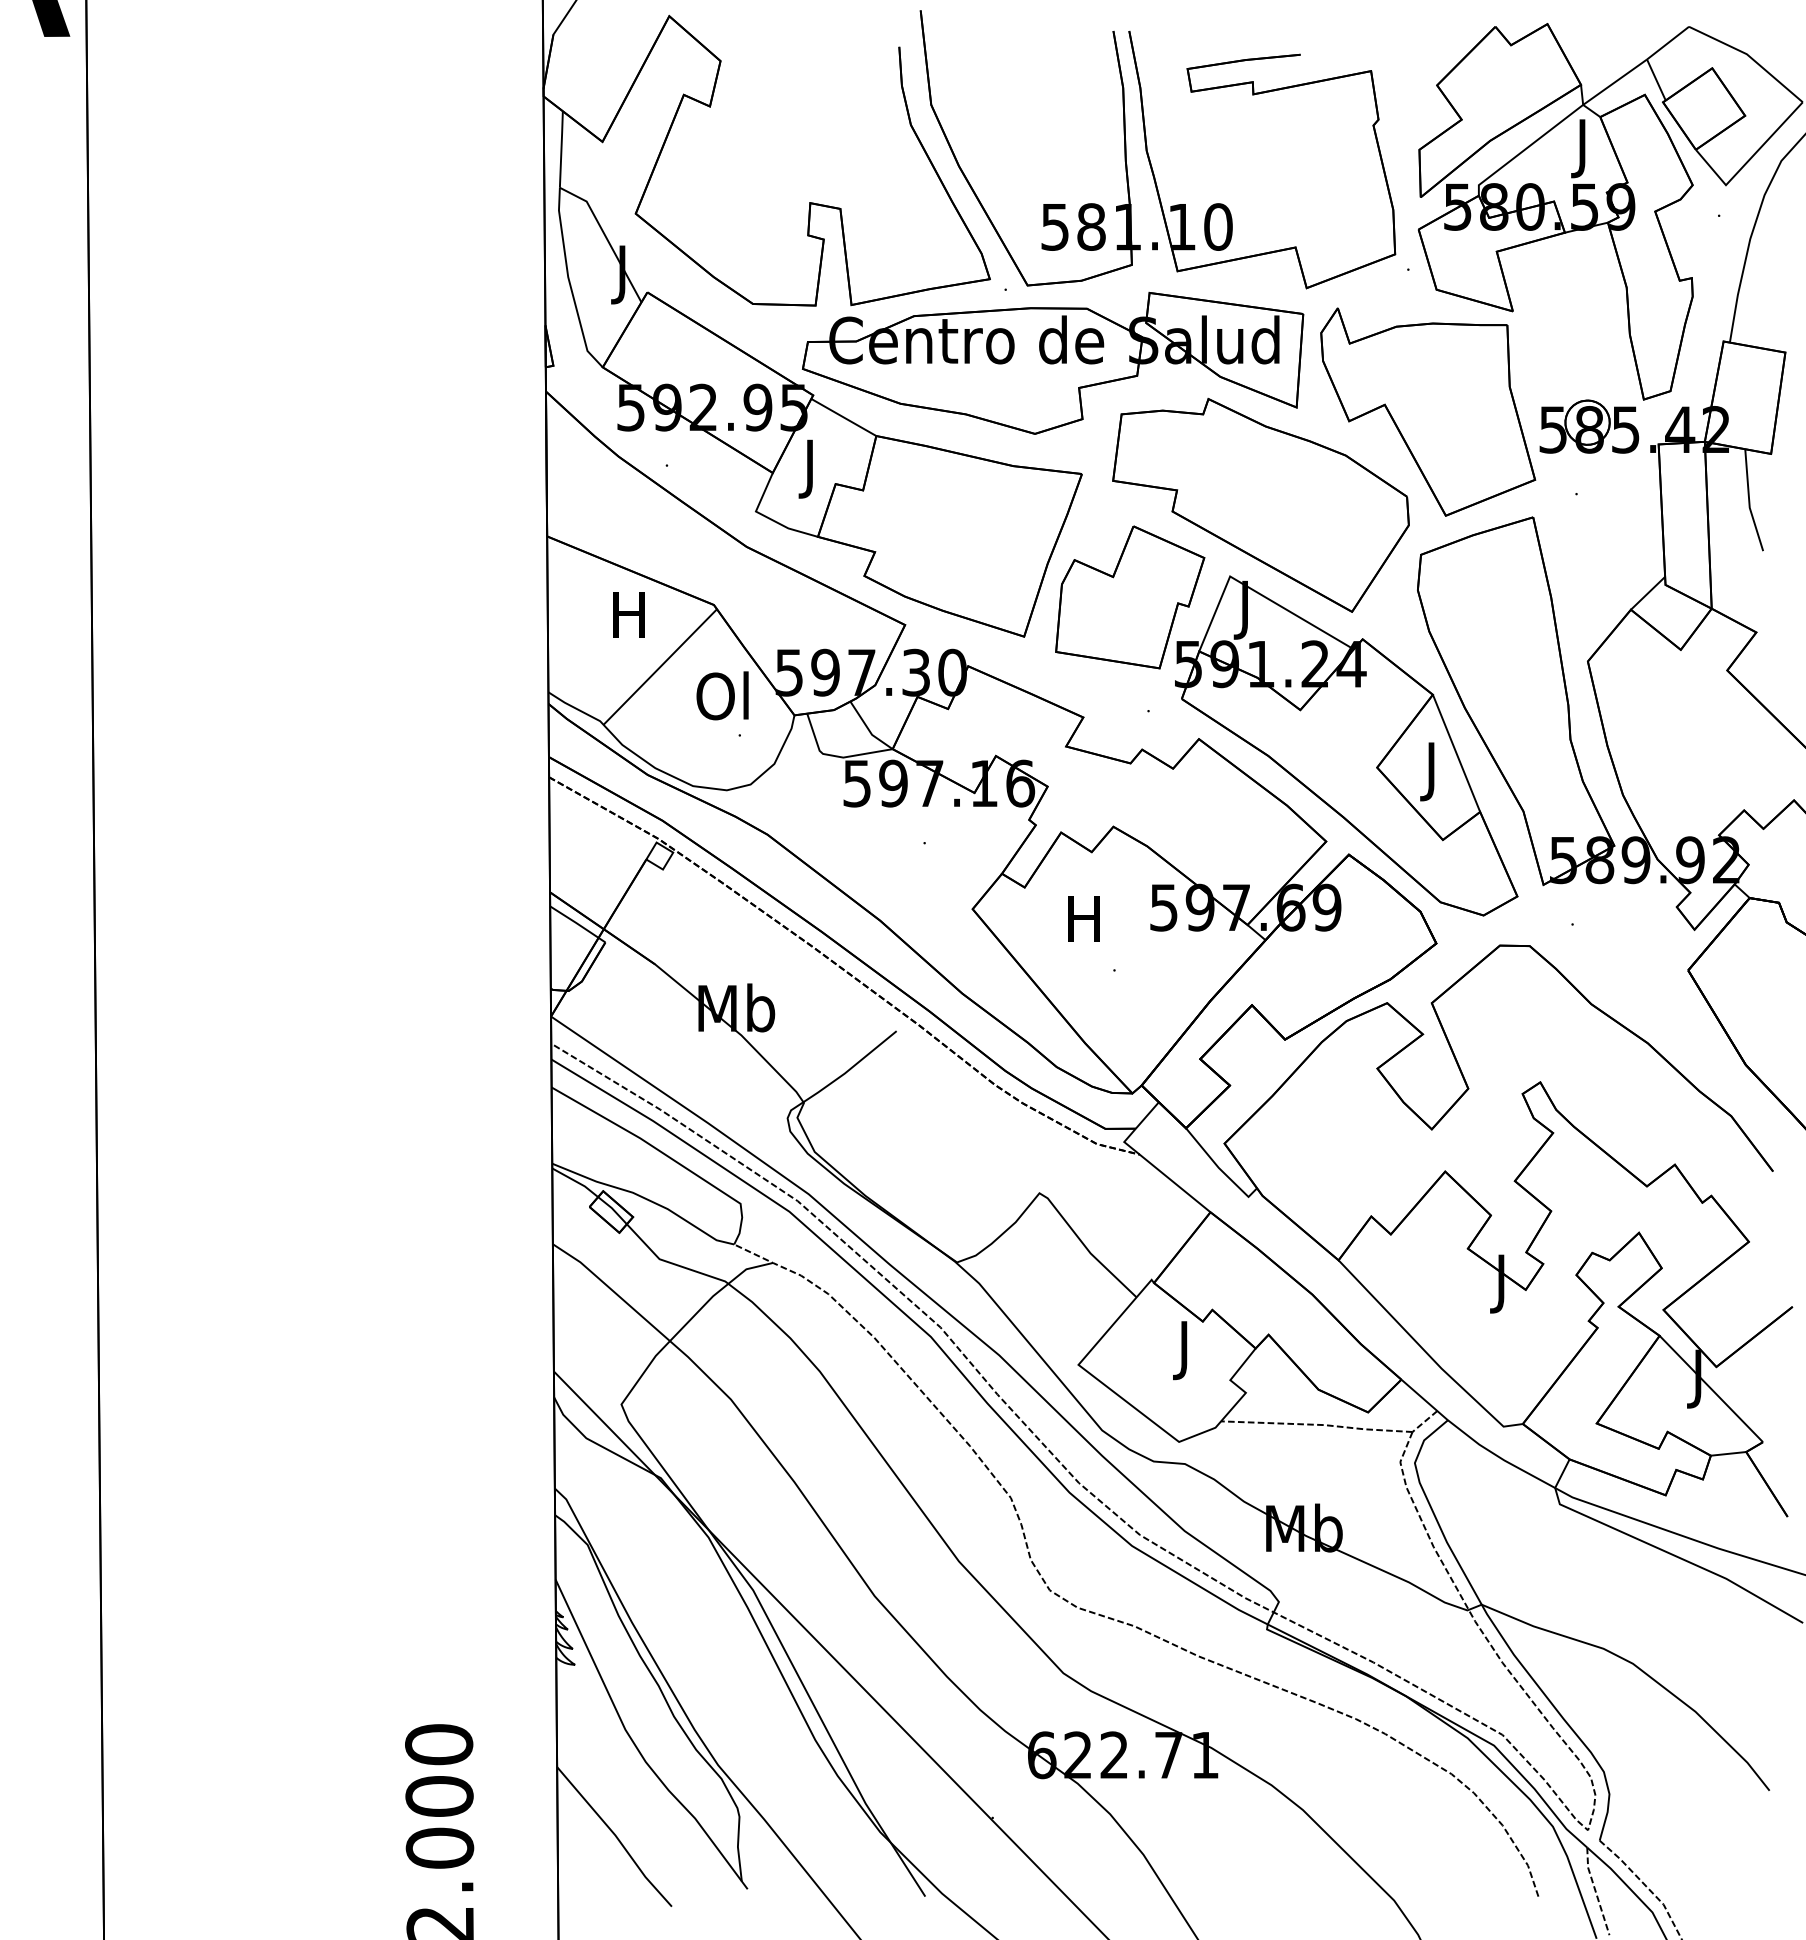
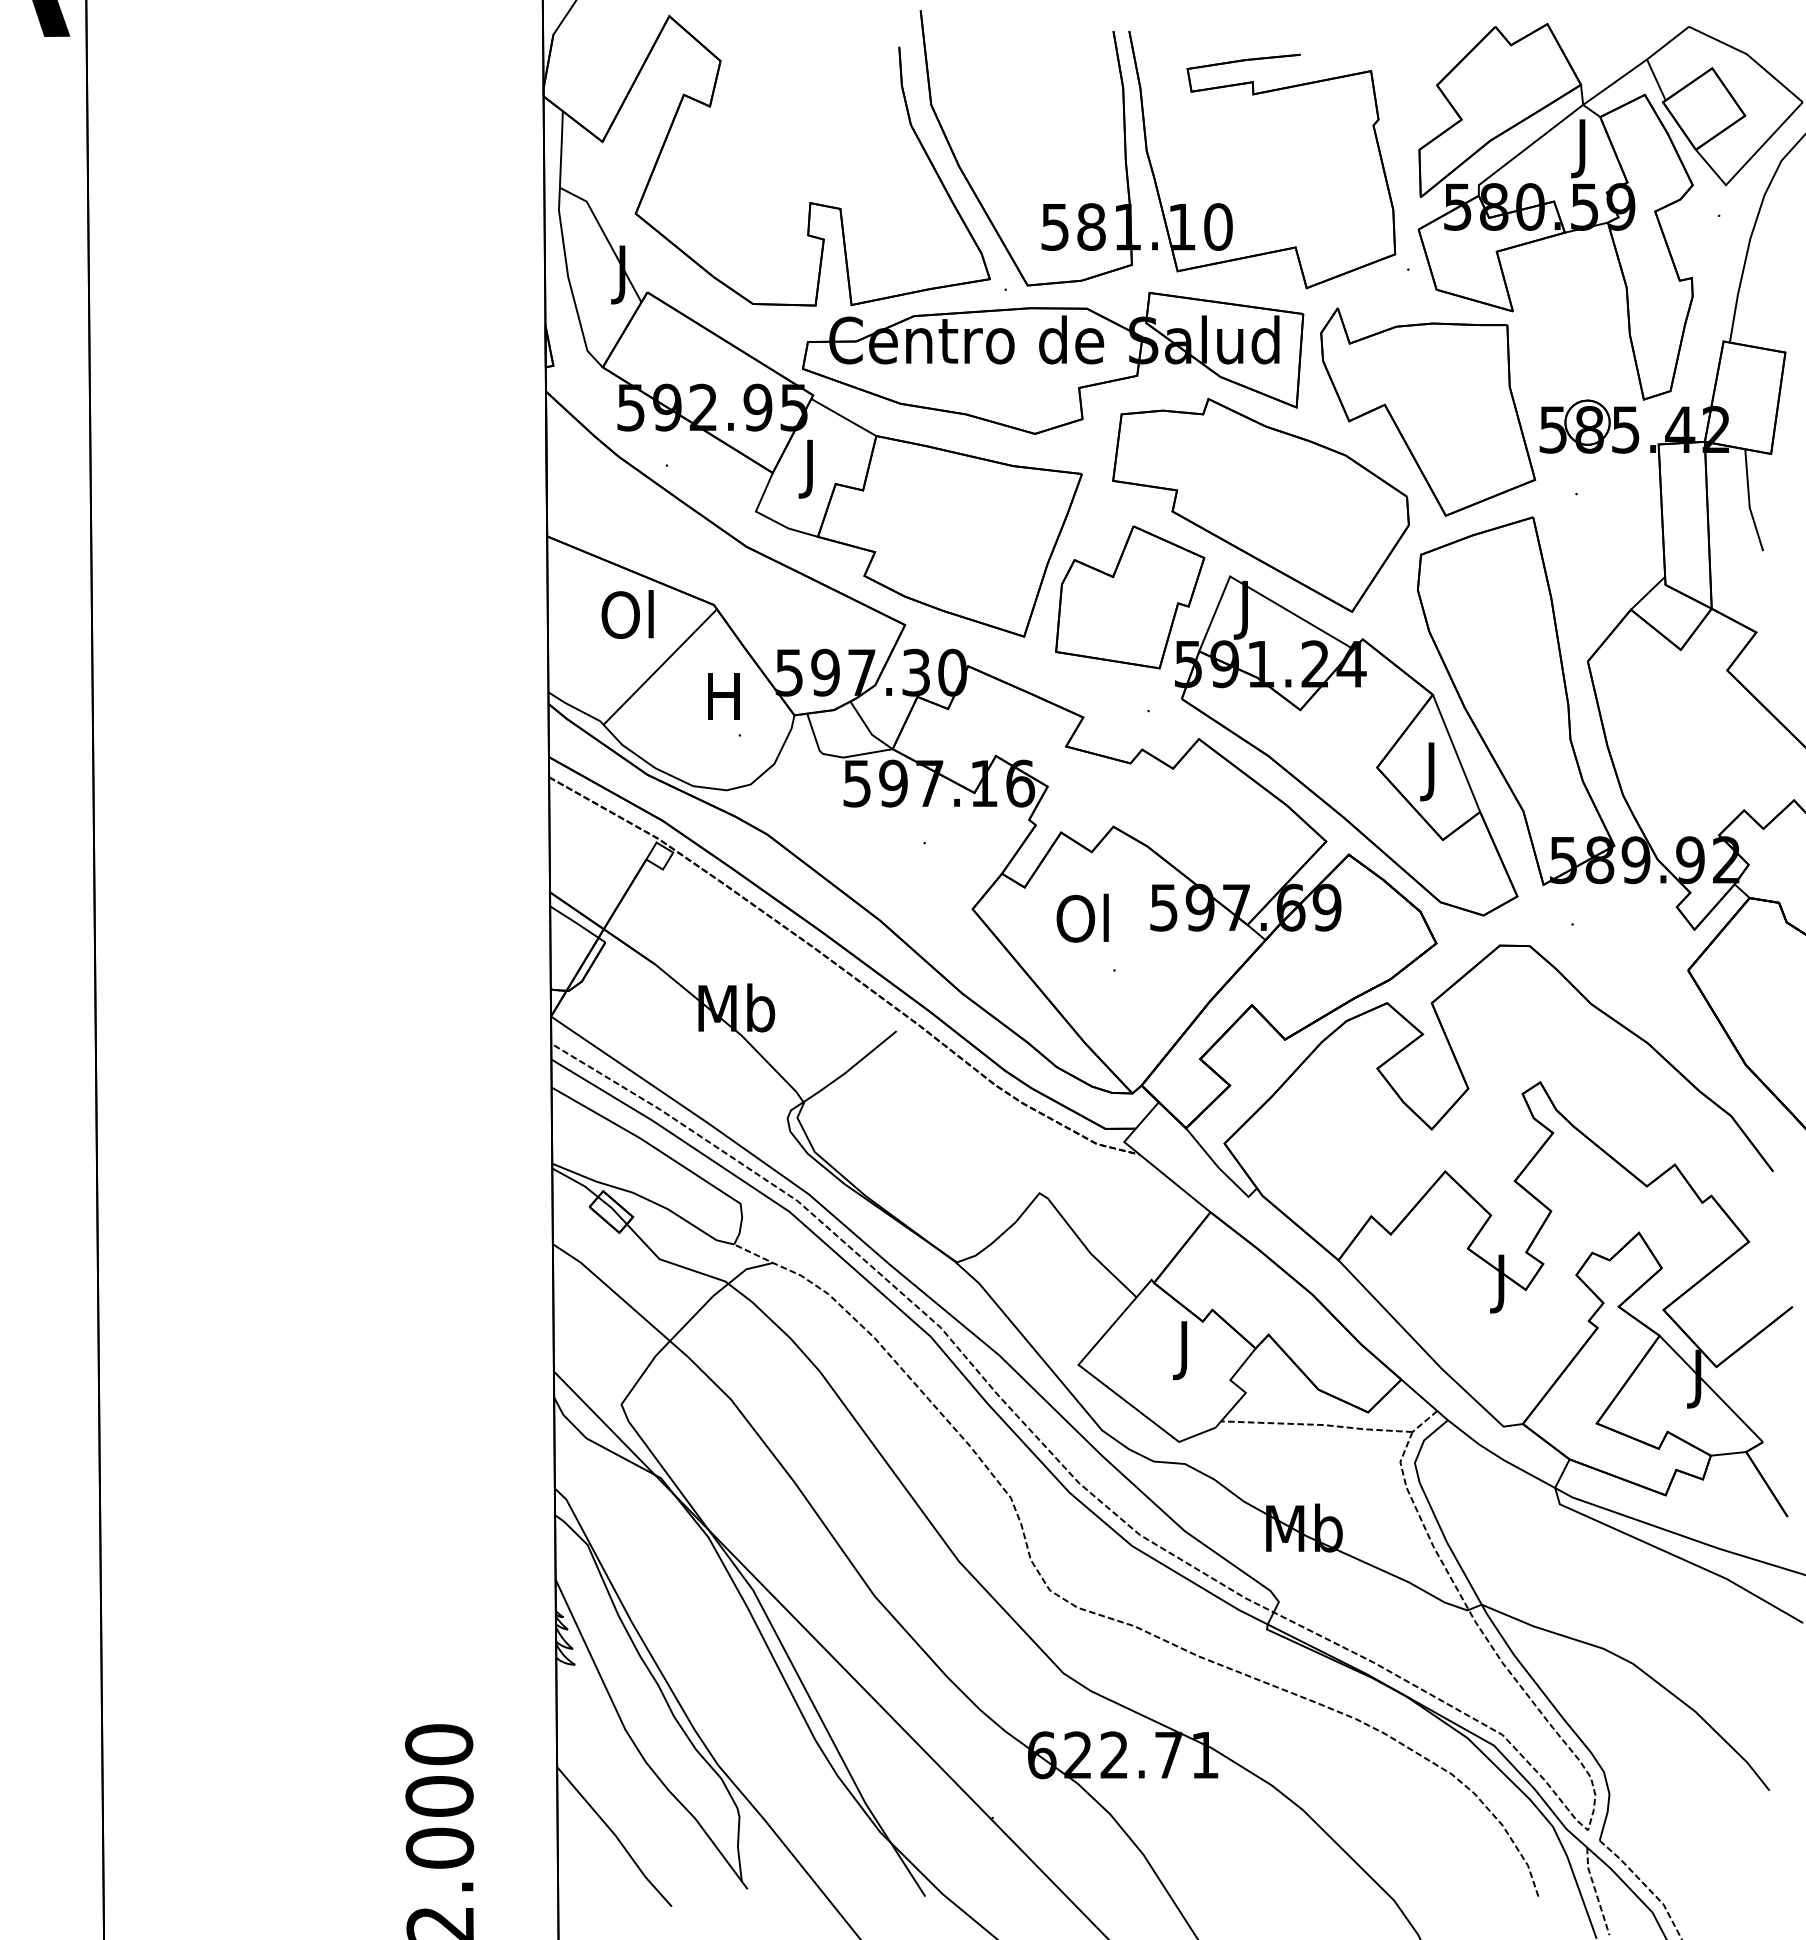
text at (627, 614): H -> Ol
text at (722, 695): Ol -> H
text at (1082, 917): H -> Ol
